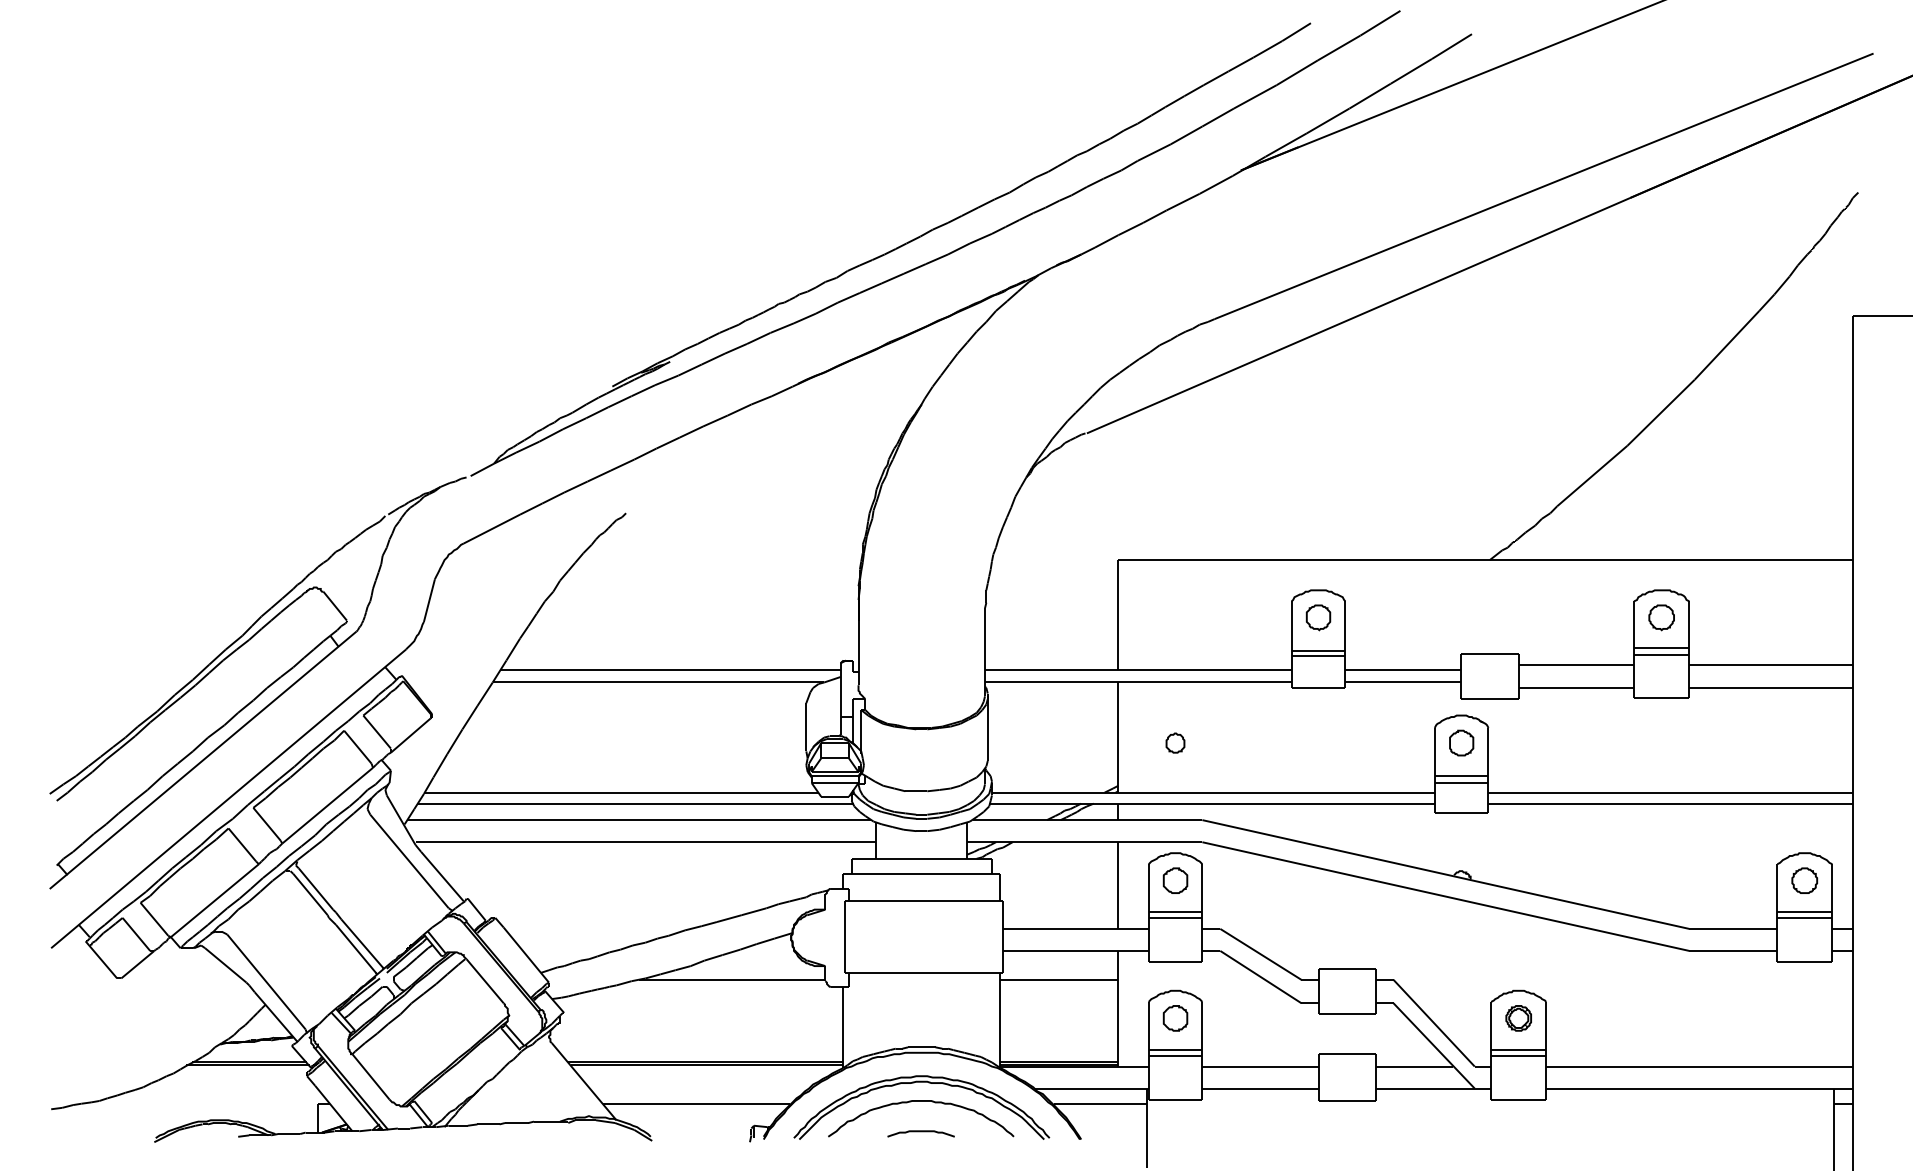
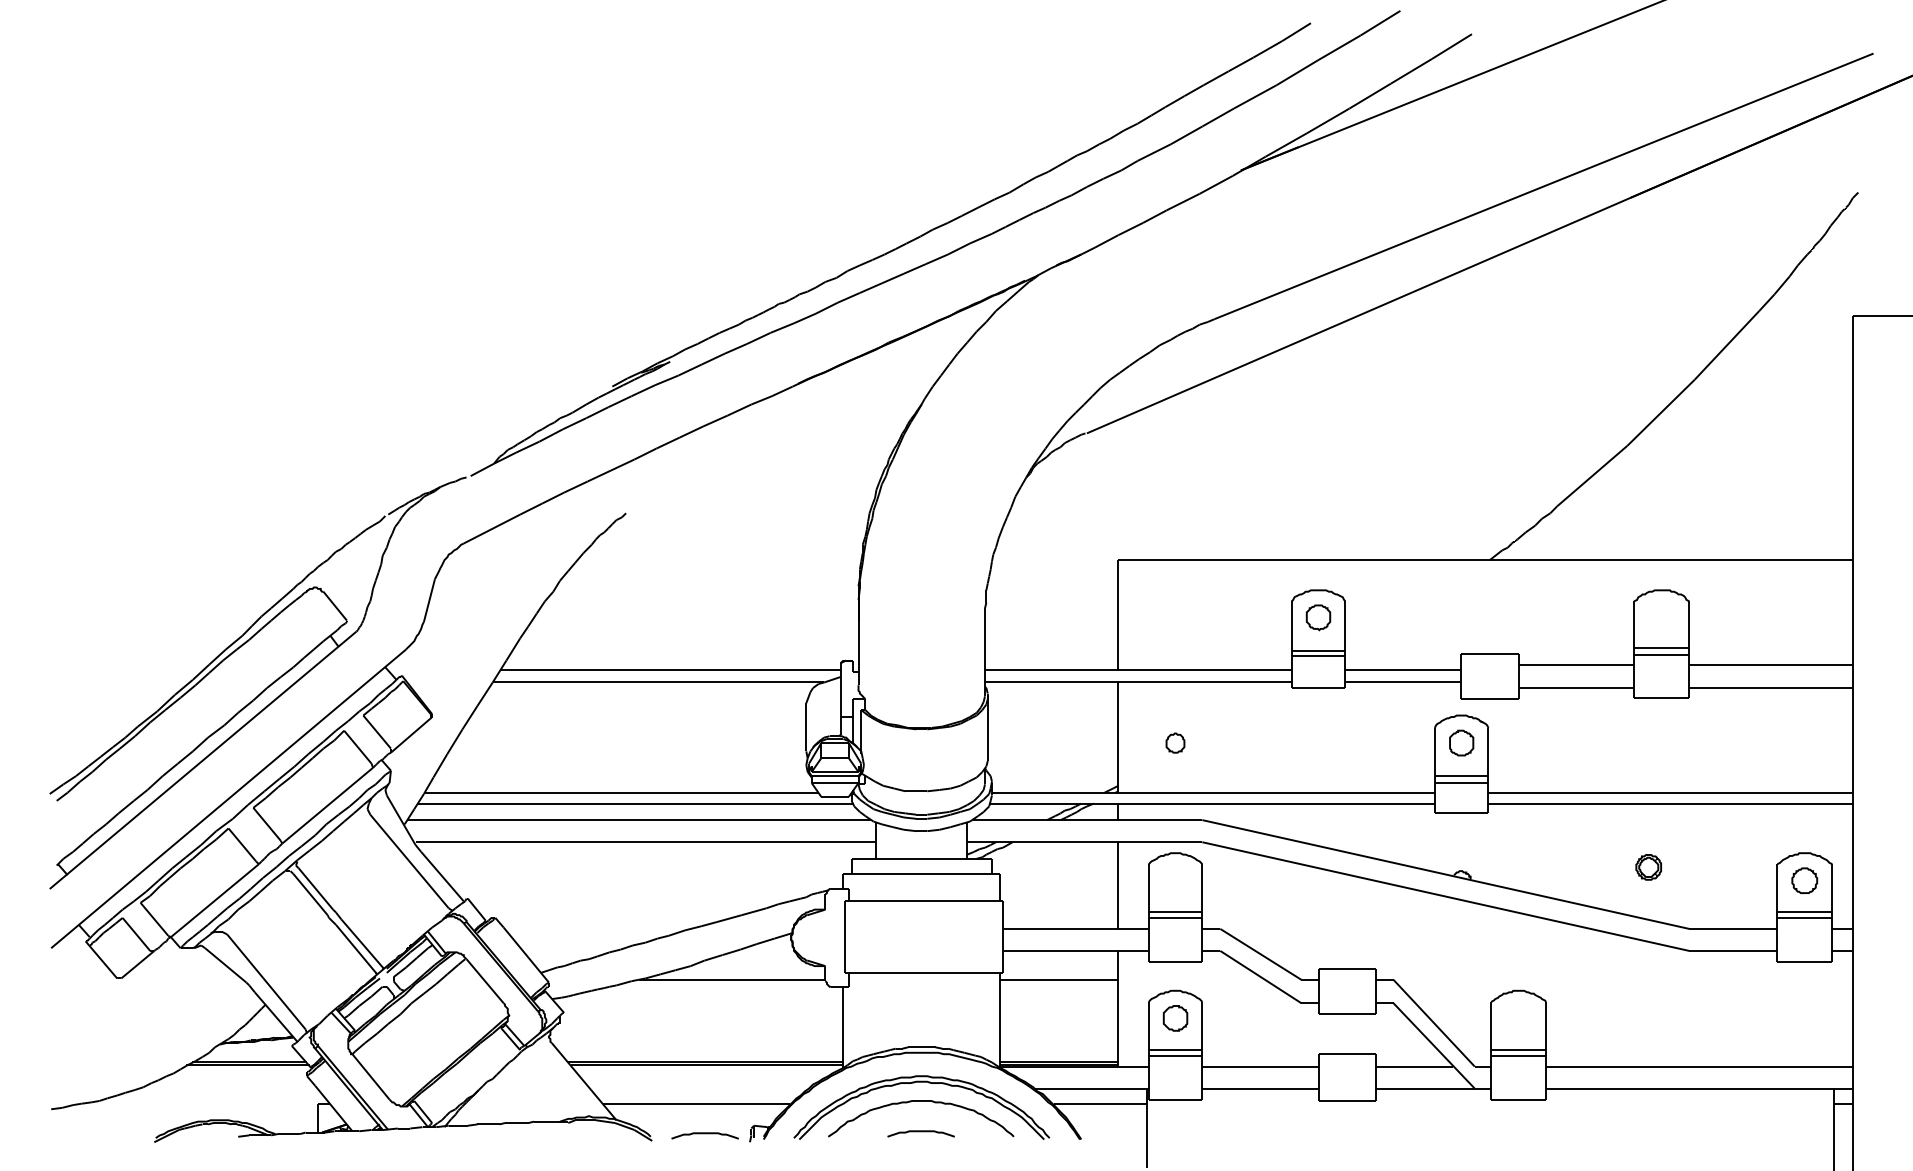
part at (1661, 617): present -> none
part at (1175, 880): present -> none
part at (1518, 1018) position: (1518, 1018) -> (1648, 867)
curve at (704, 1134): none -> present
